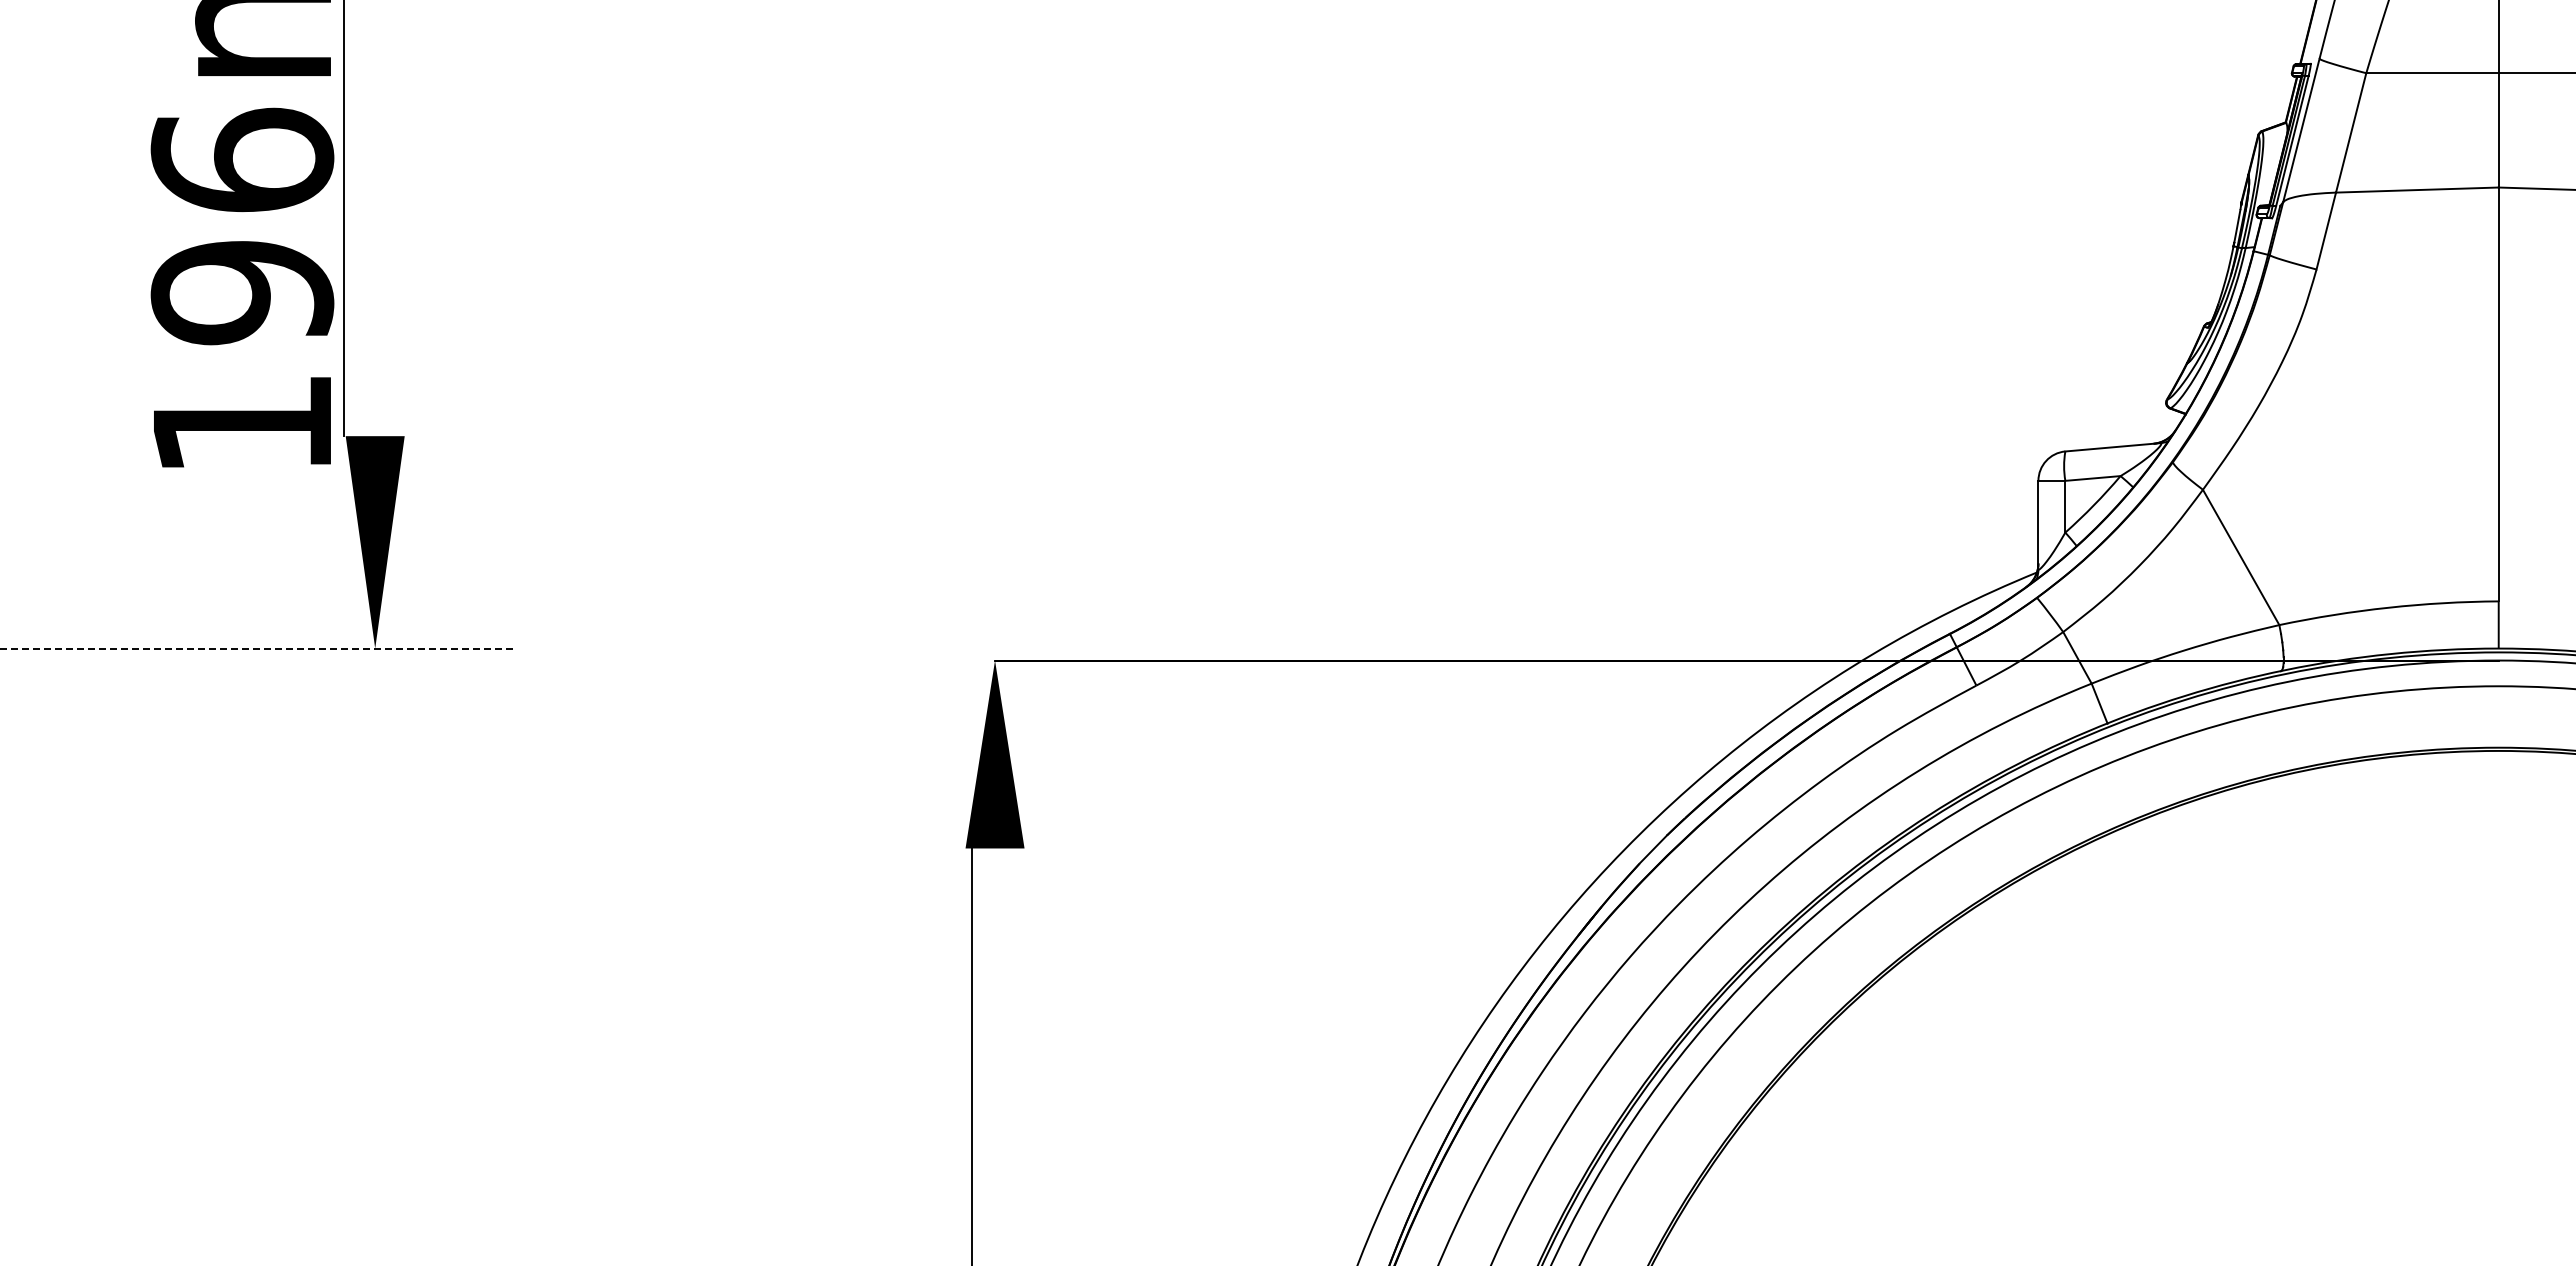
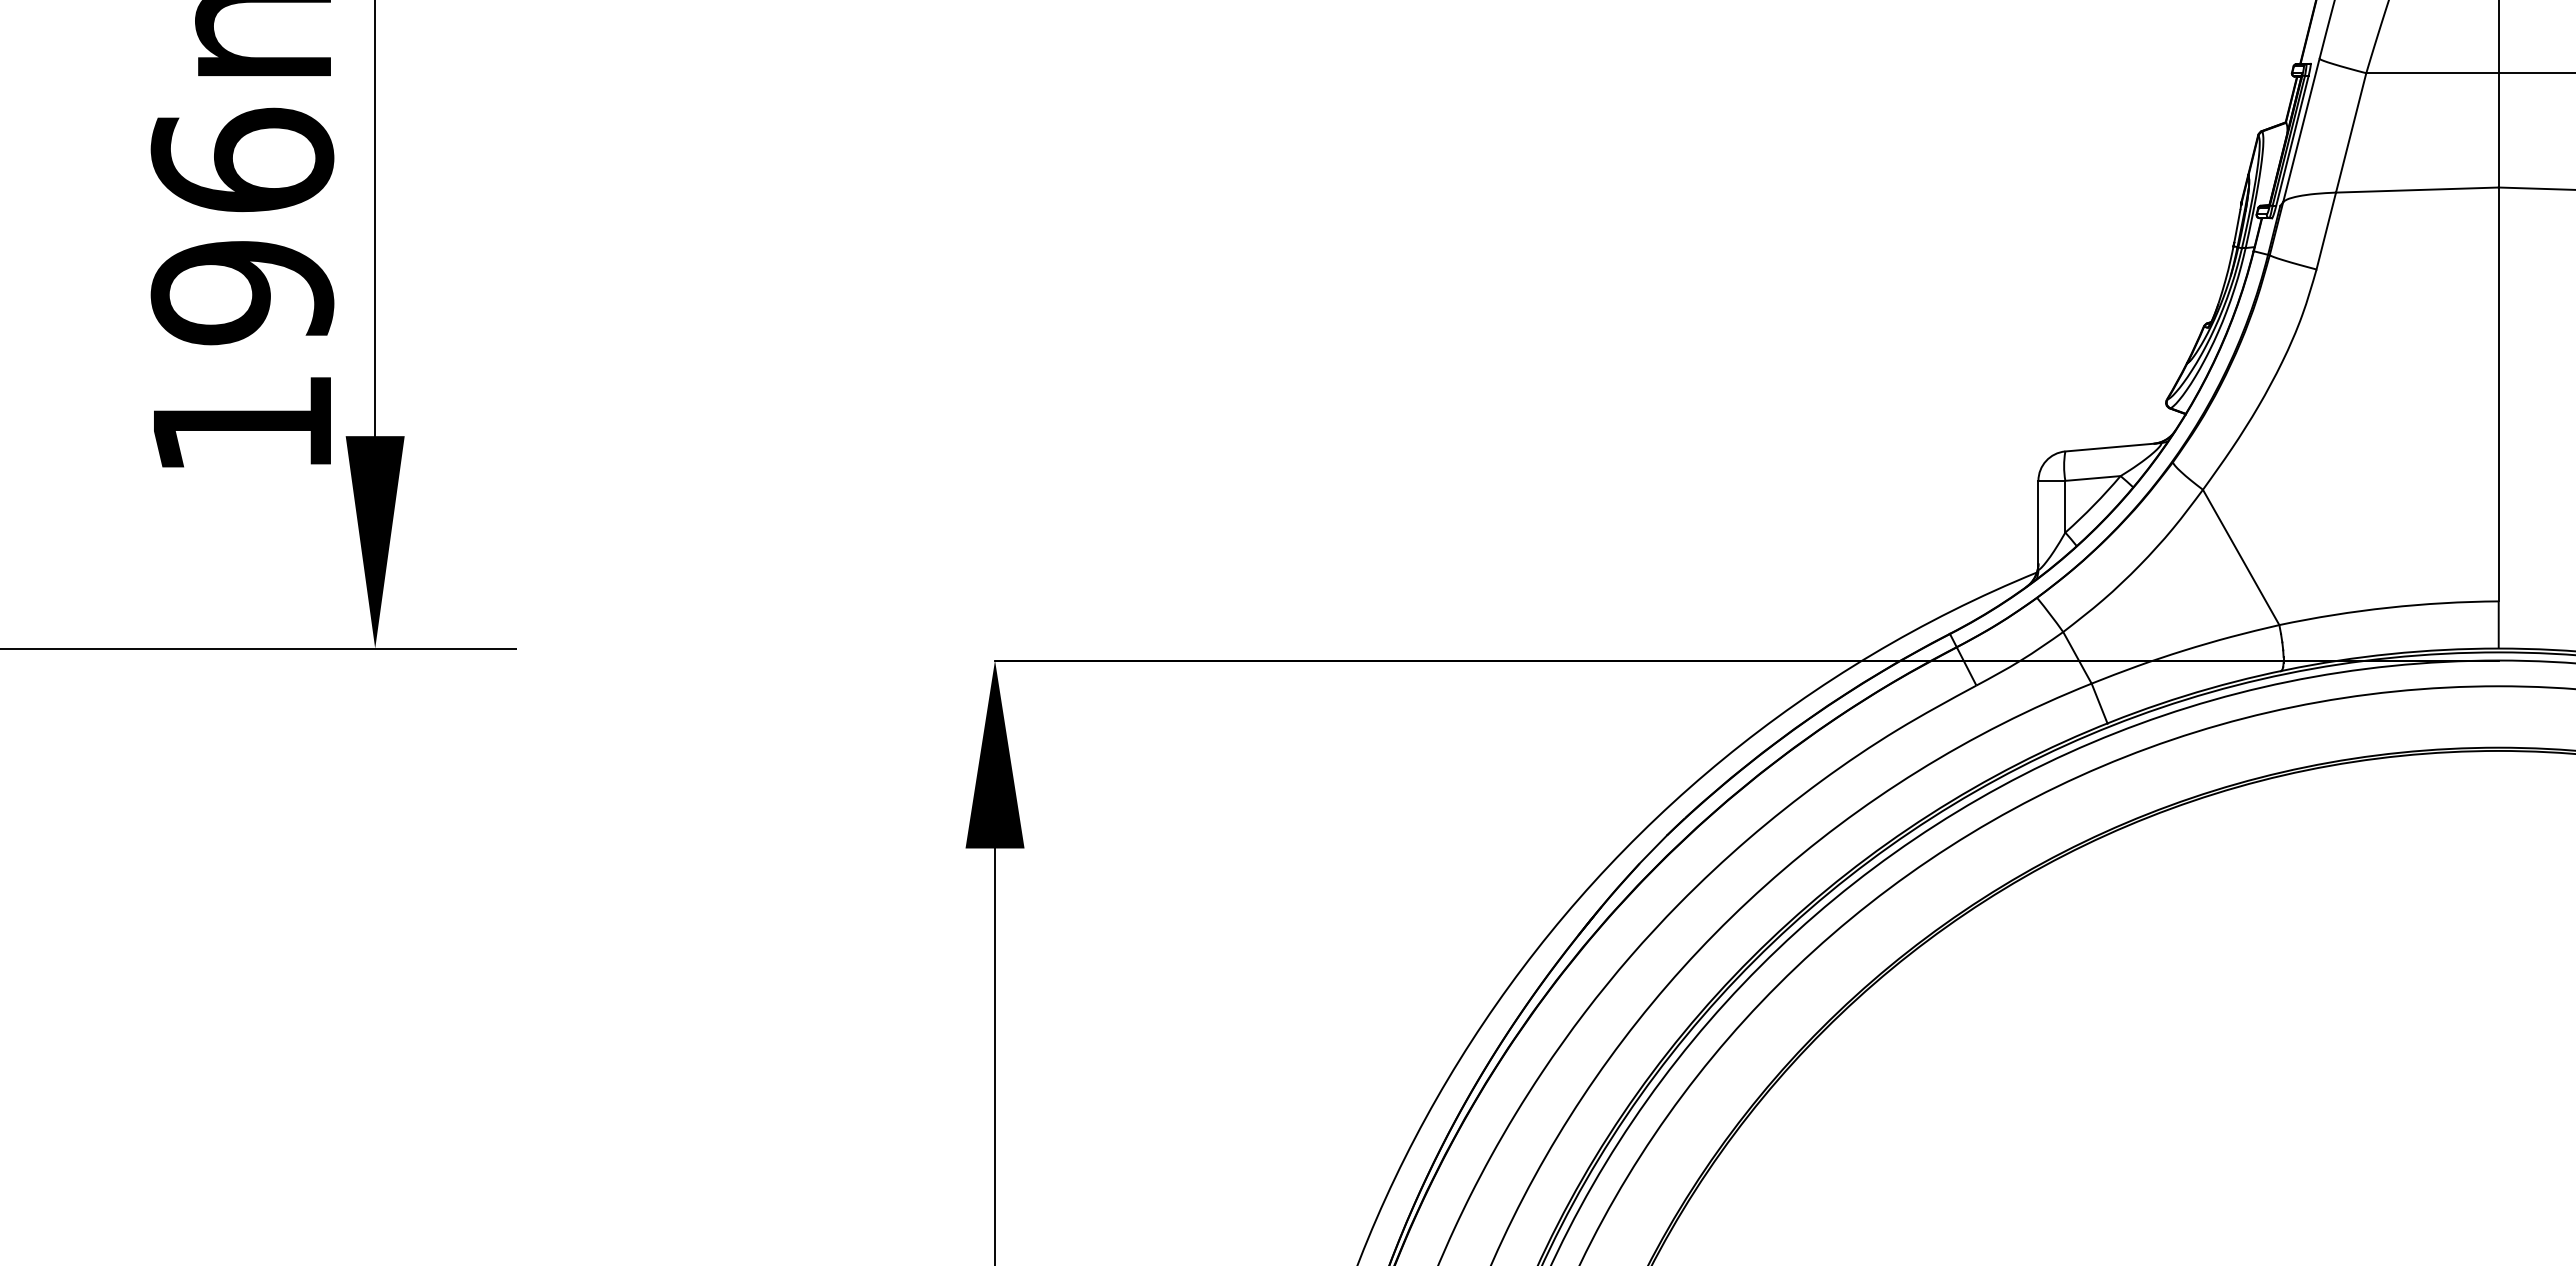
line at (344, 219) position: (344, 219) -> (375, 219)
line at (259, 648): dashed -> solid
line at (972, 1055) position: (972, 1055) -> (995, 1055)
